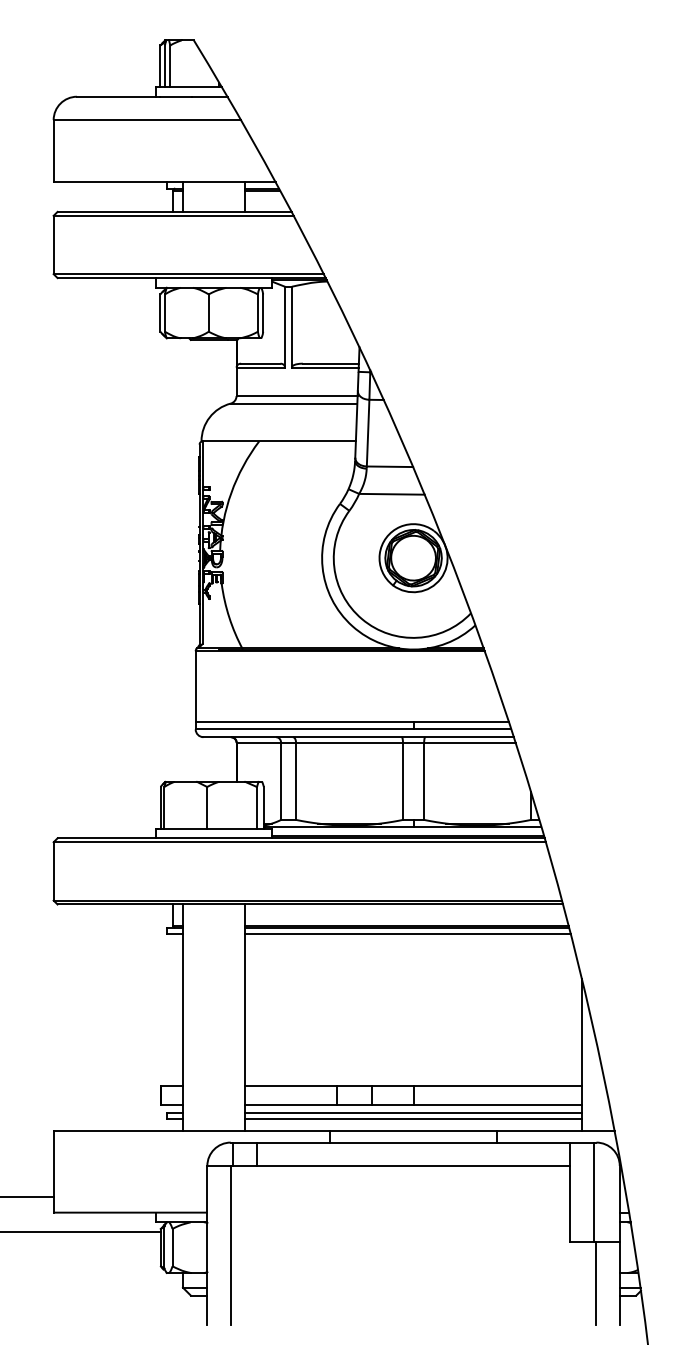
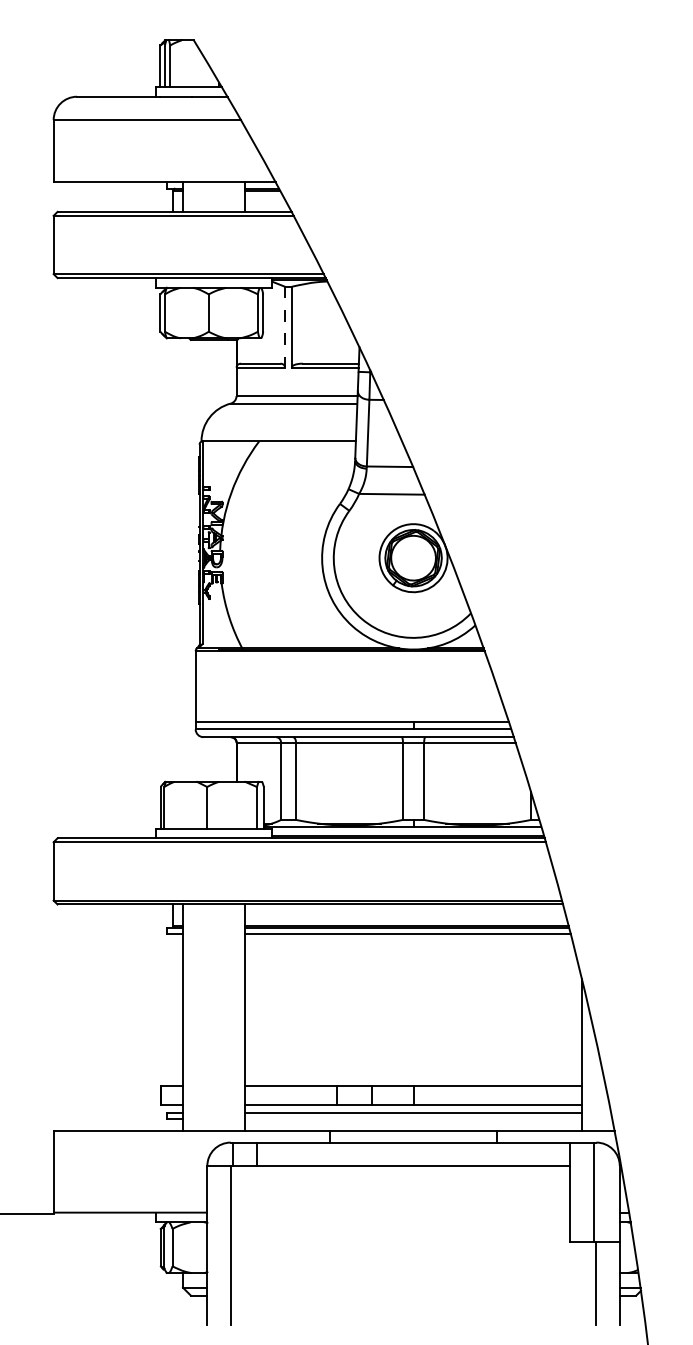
line at (284, 327): solid -> dashed
line at (413, 1119): present -> none
line at (27, 1197) position: (27, 1197) -> (27, 1214)
line at (81, 1232): present -> none
